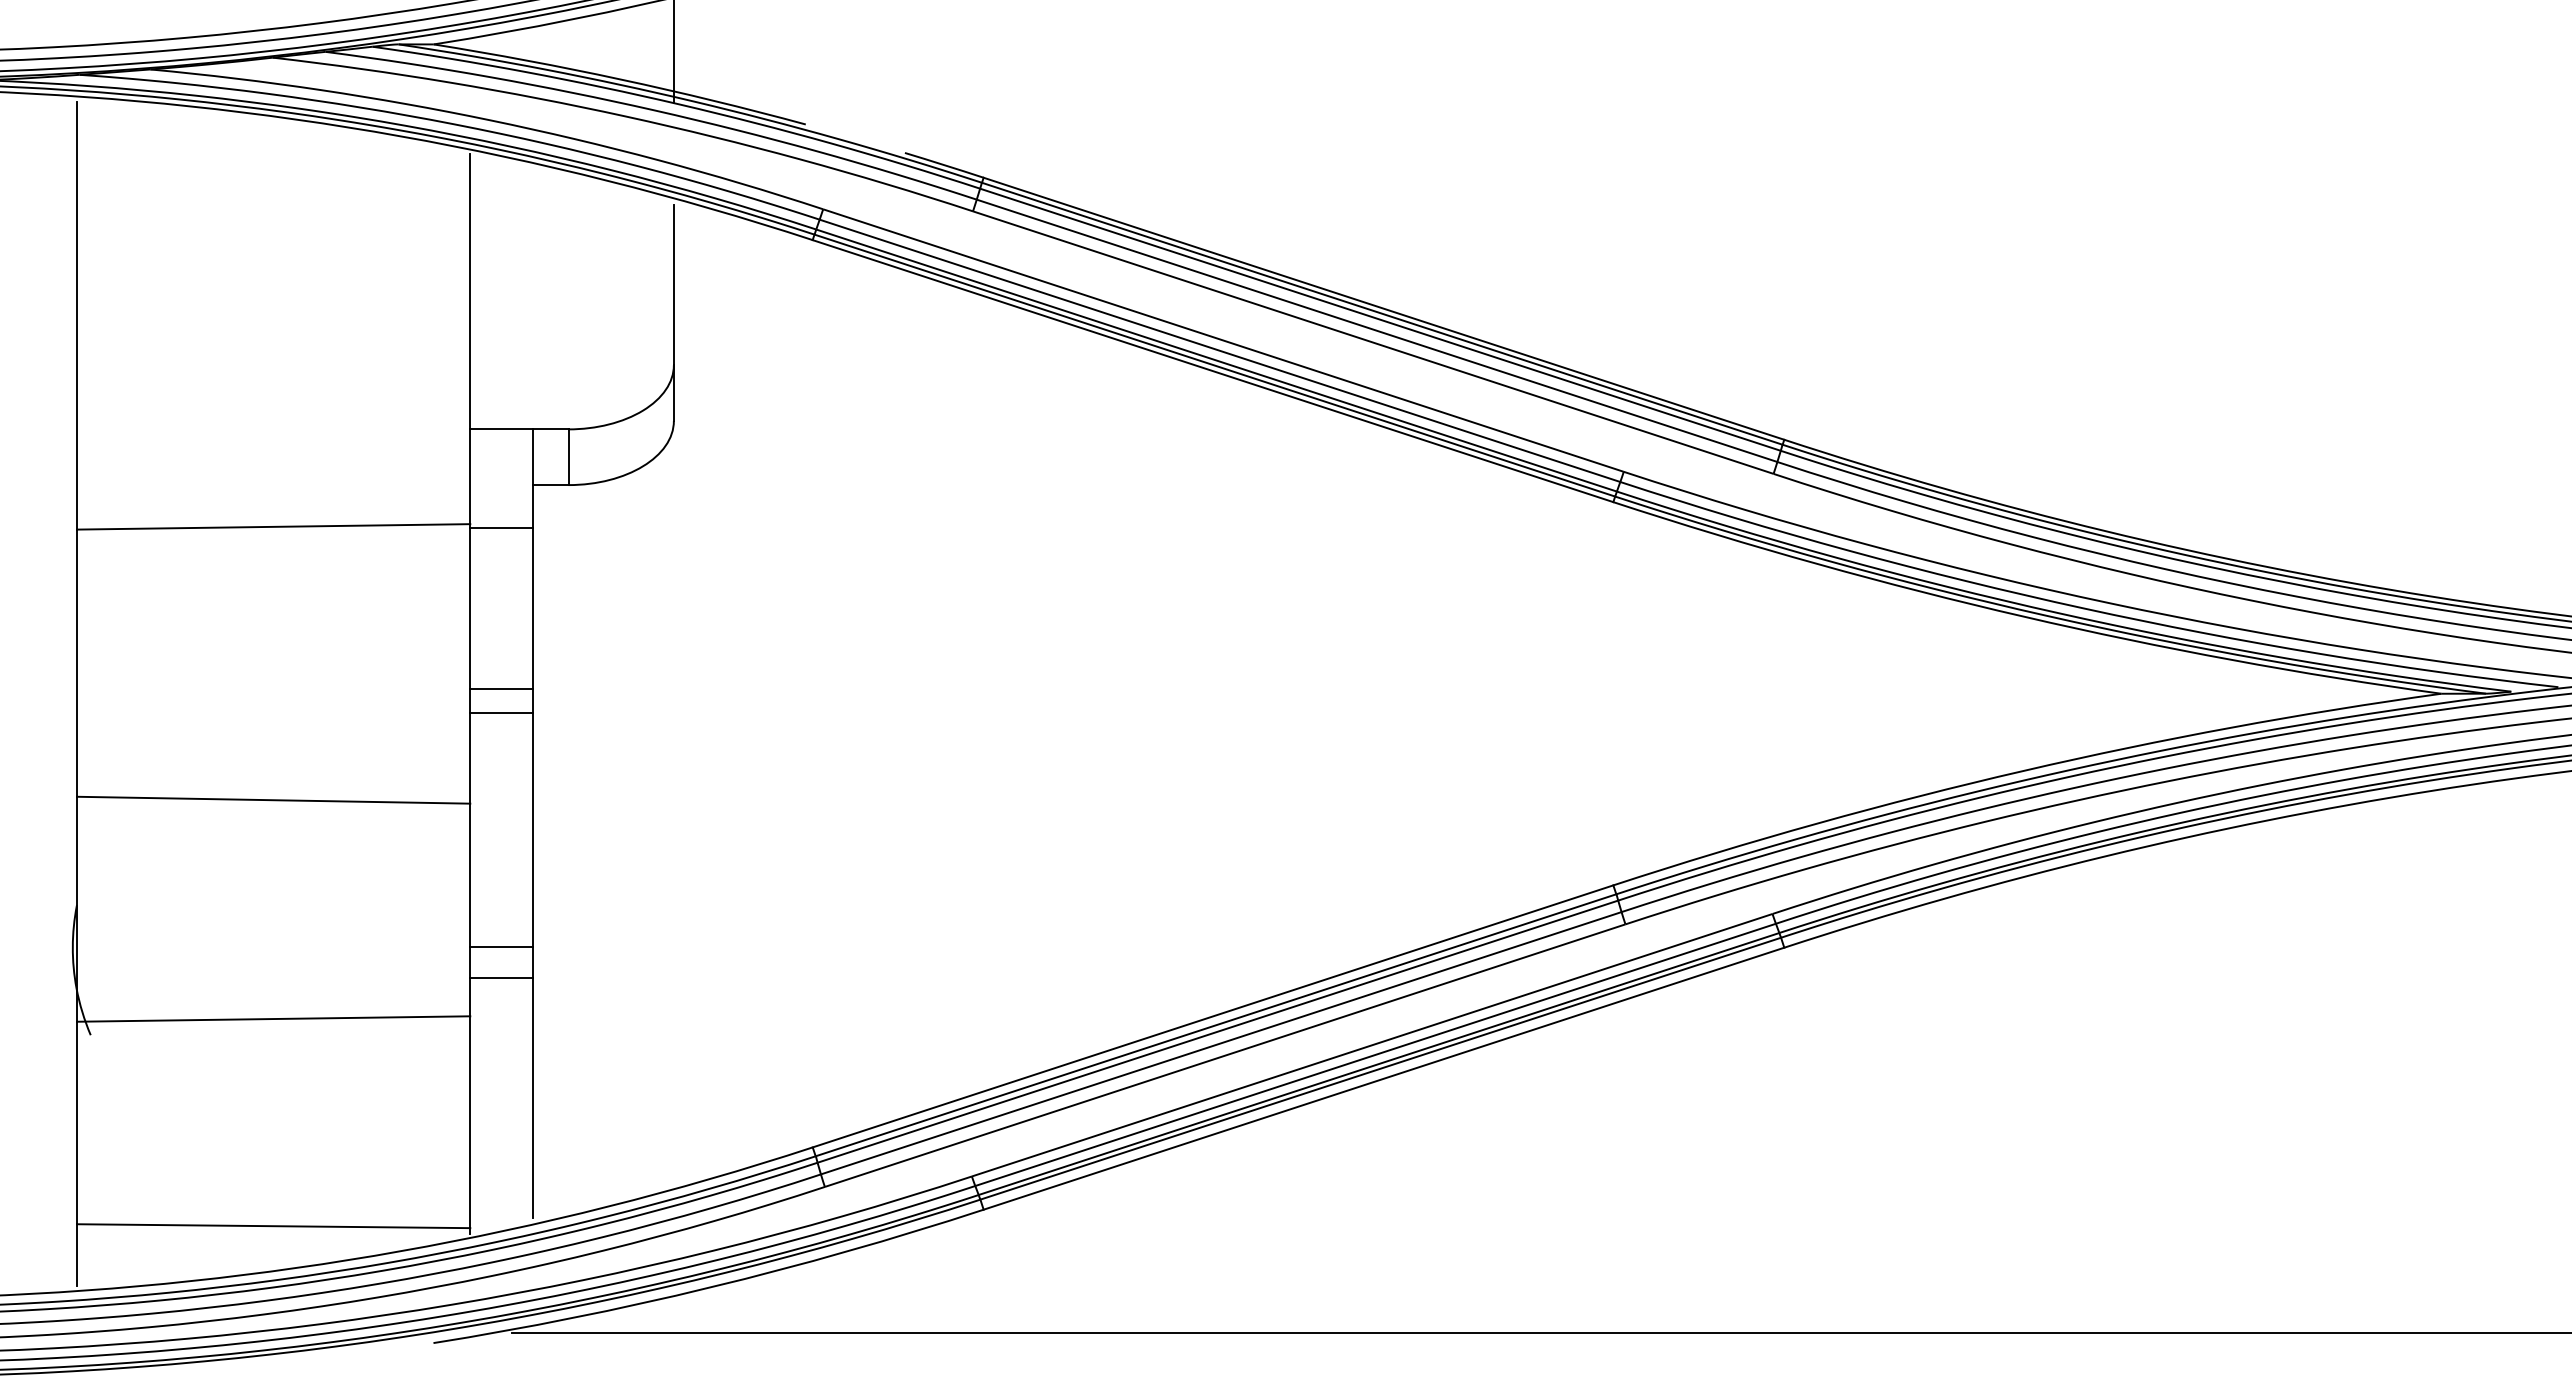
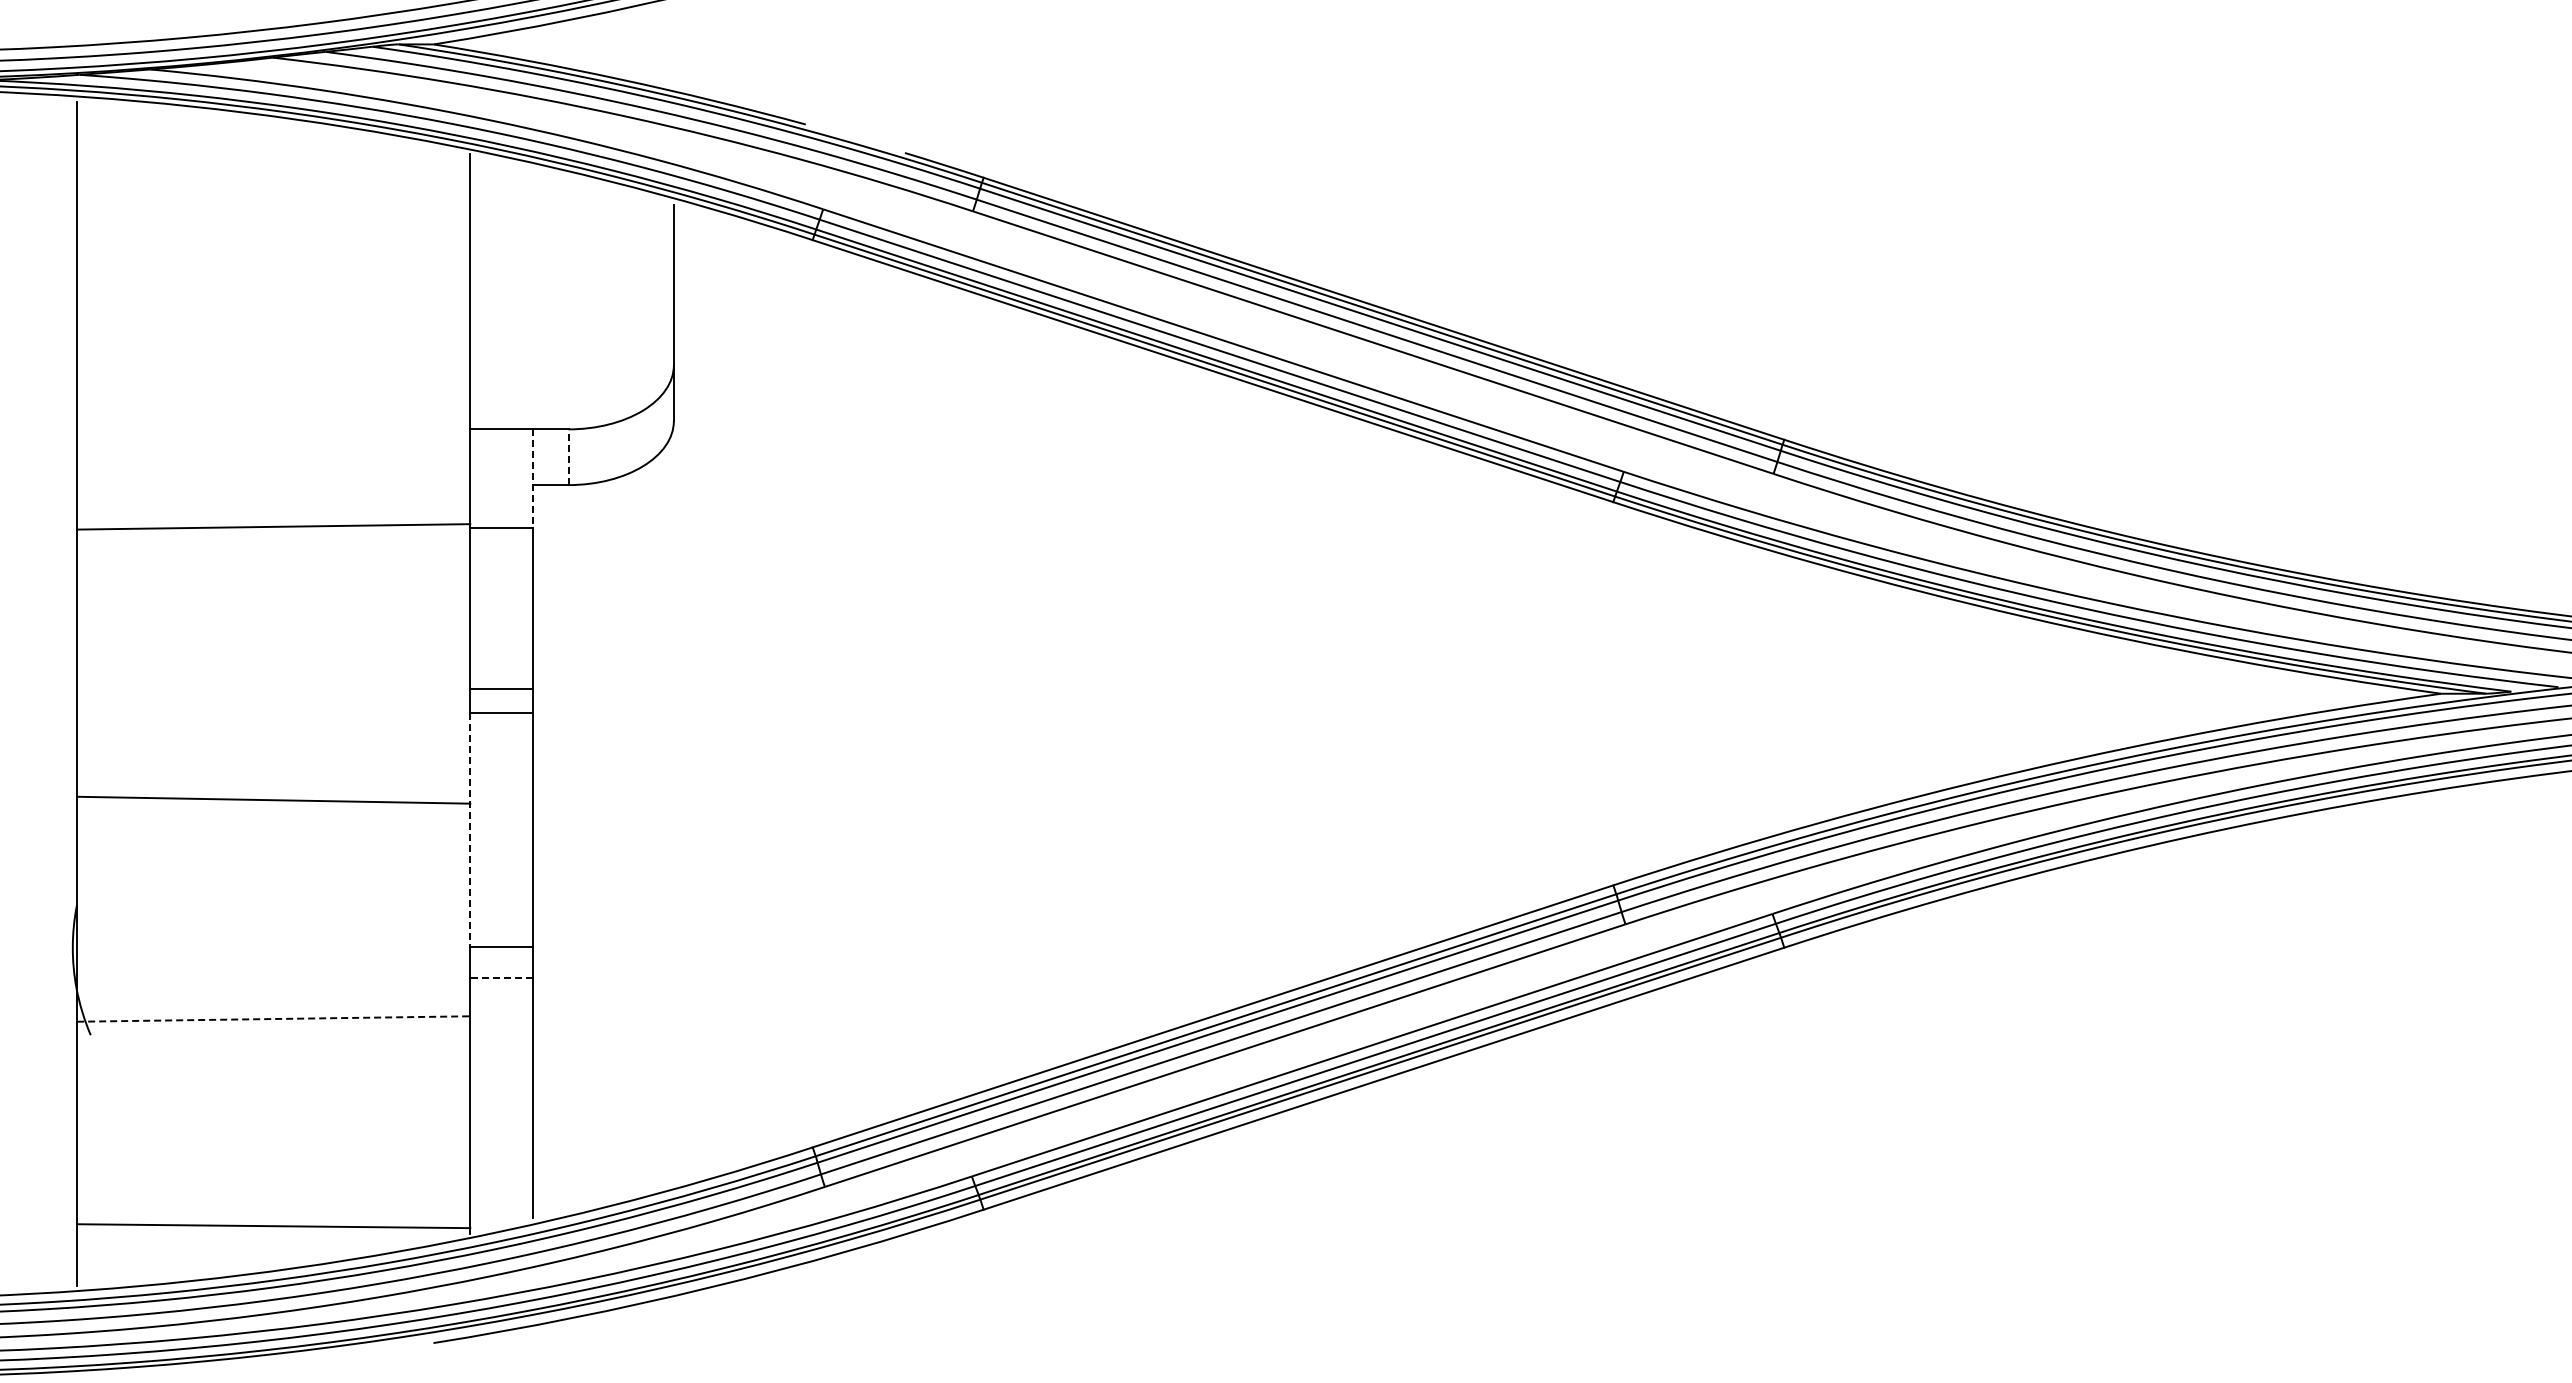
line at (673, 52): present -> none
line at (568, 457): solid -> dashed
line at (533, 479): solid -> dashed
line at (470, 830): solid -> dashed
line at (501, 978): solid -> dashed
line at (273, 1019): solid -> dashed
line at (1539, 1332): present -> none
